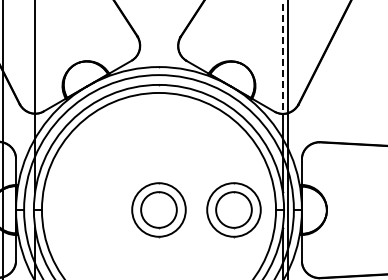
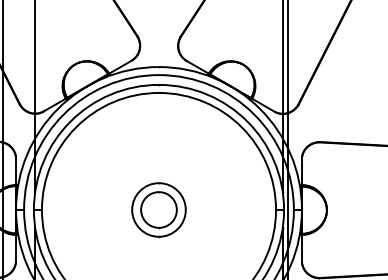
line at (282, 57): dashed -> solid
part at (233, 210): present -> none
